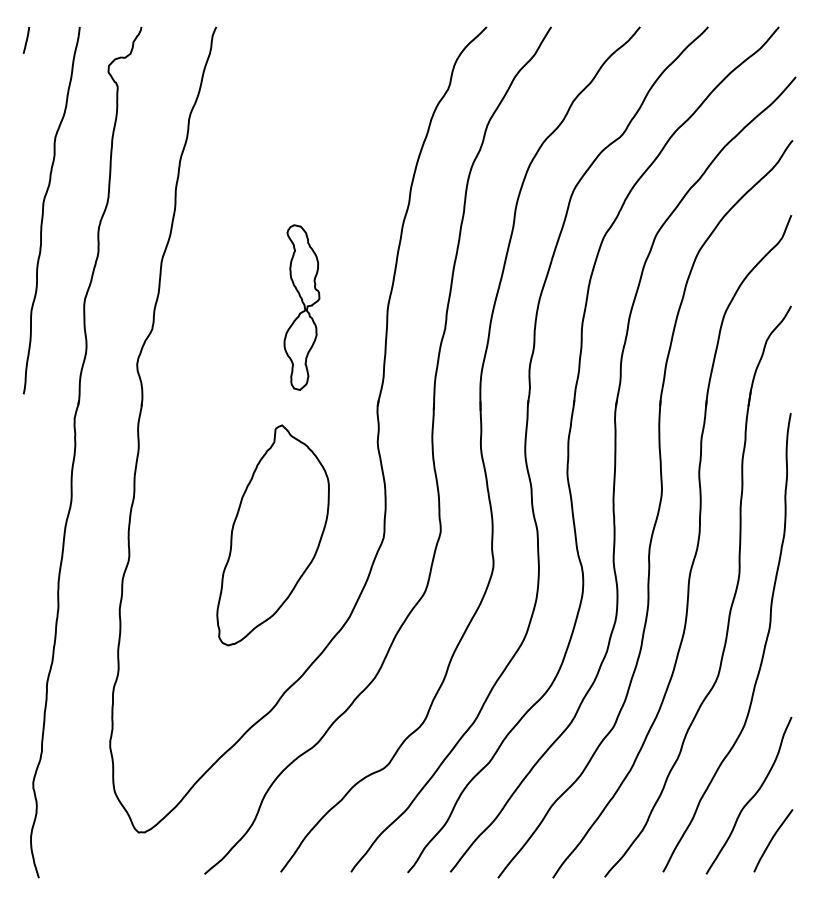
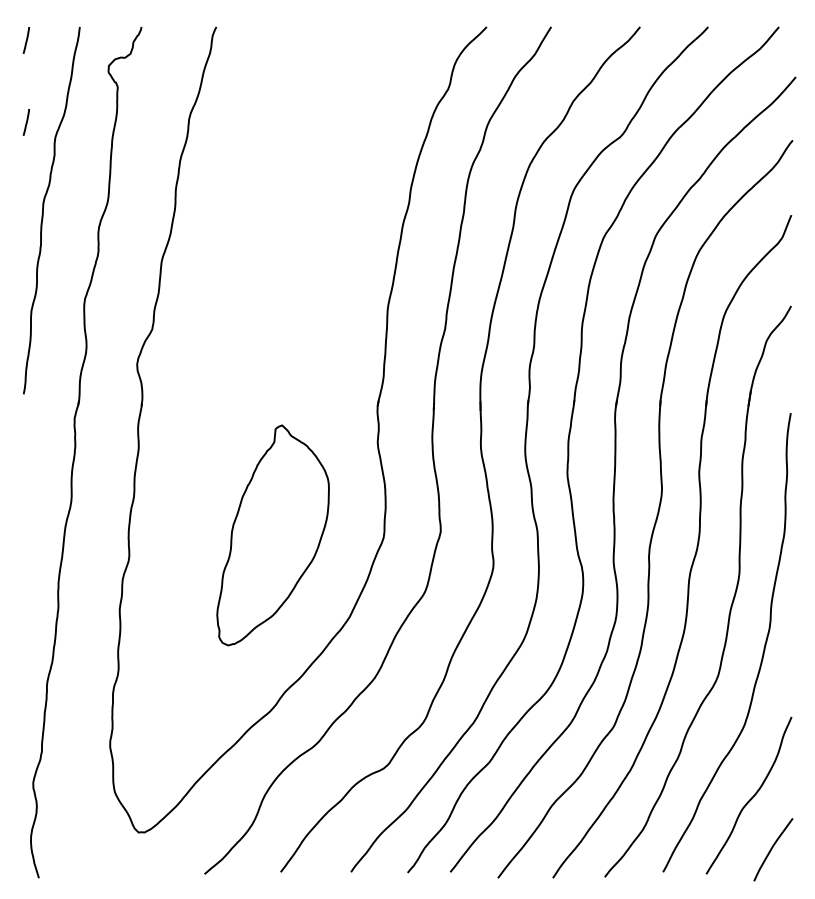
line at (25, 122): none -> present
part at (301, 307): present -> none
curve at (772, 840) position: (772, 840) -> (772, 849)
